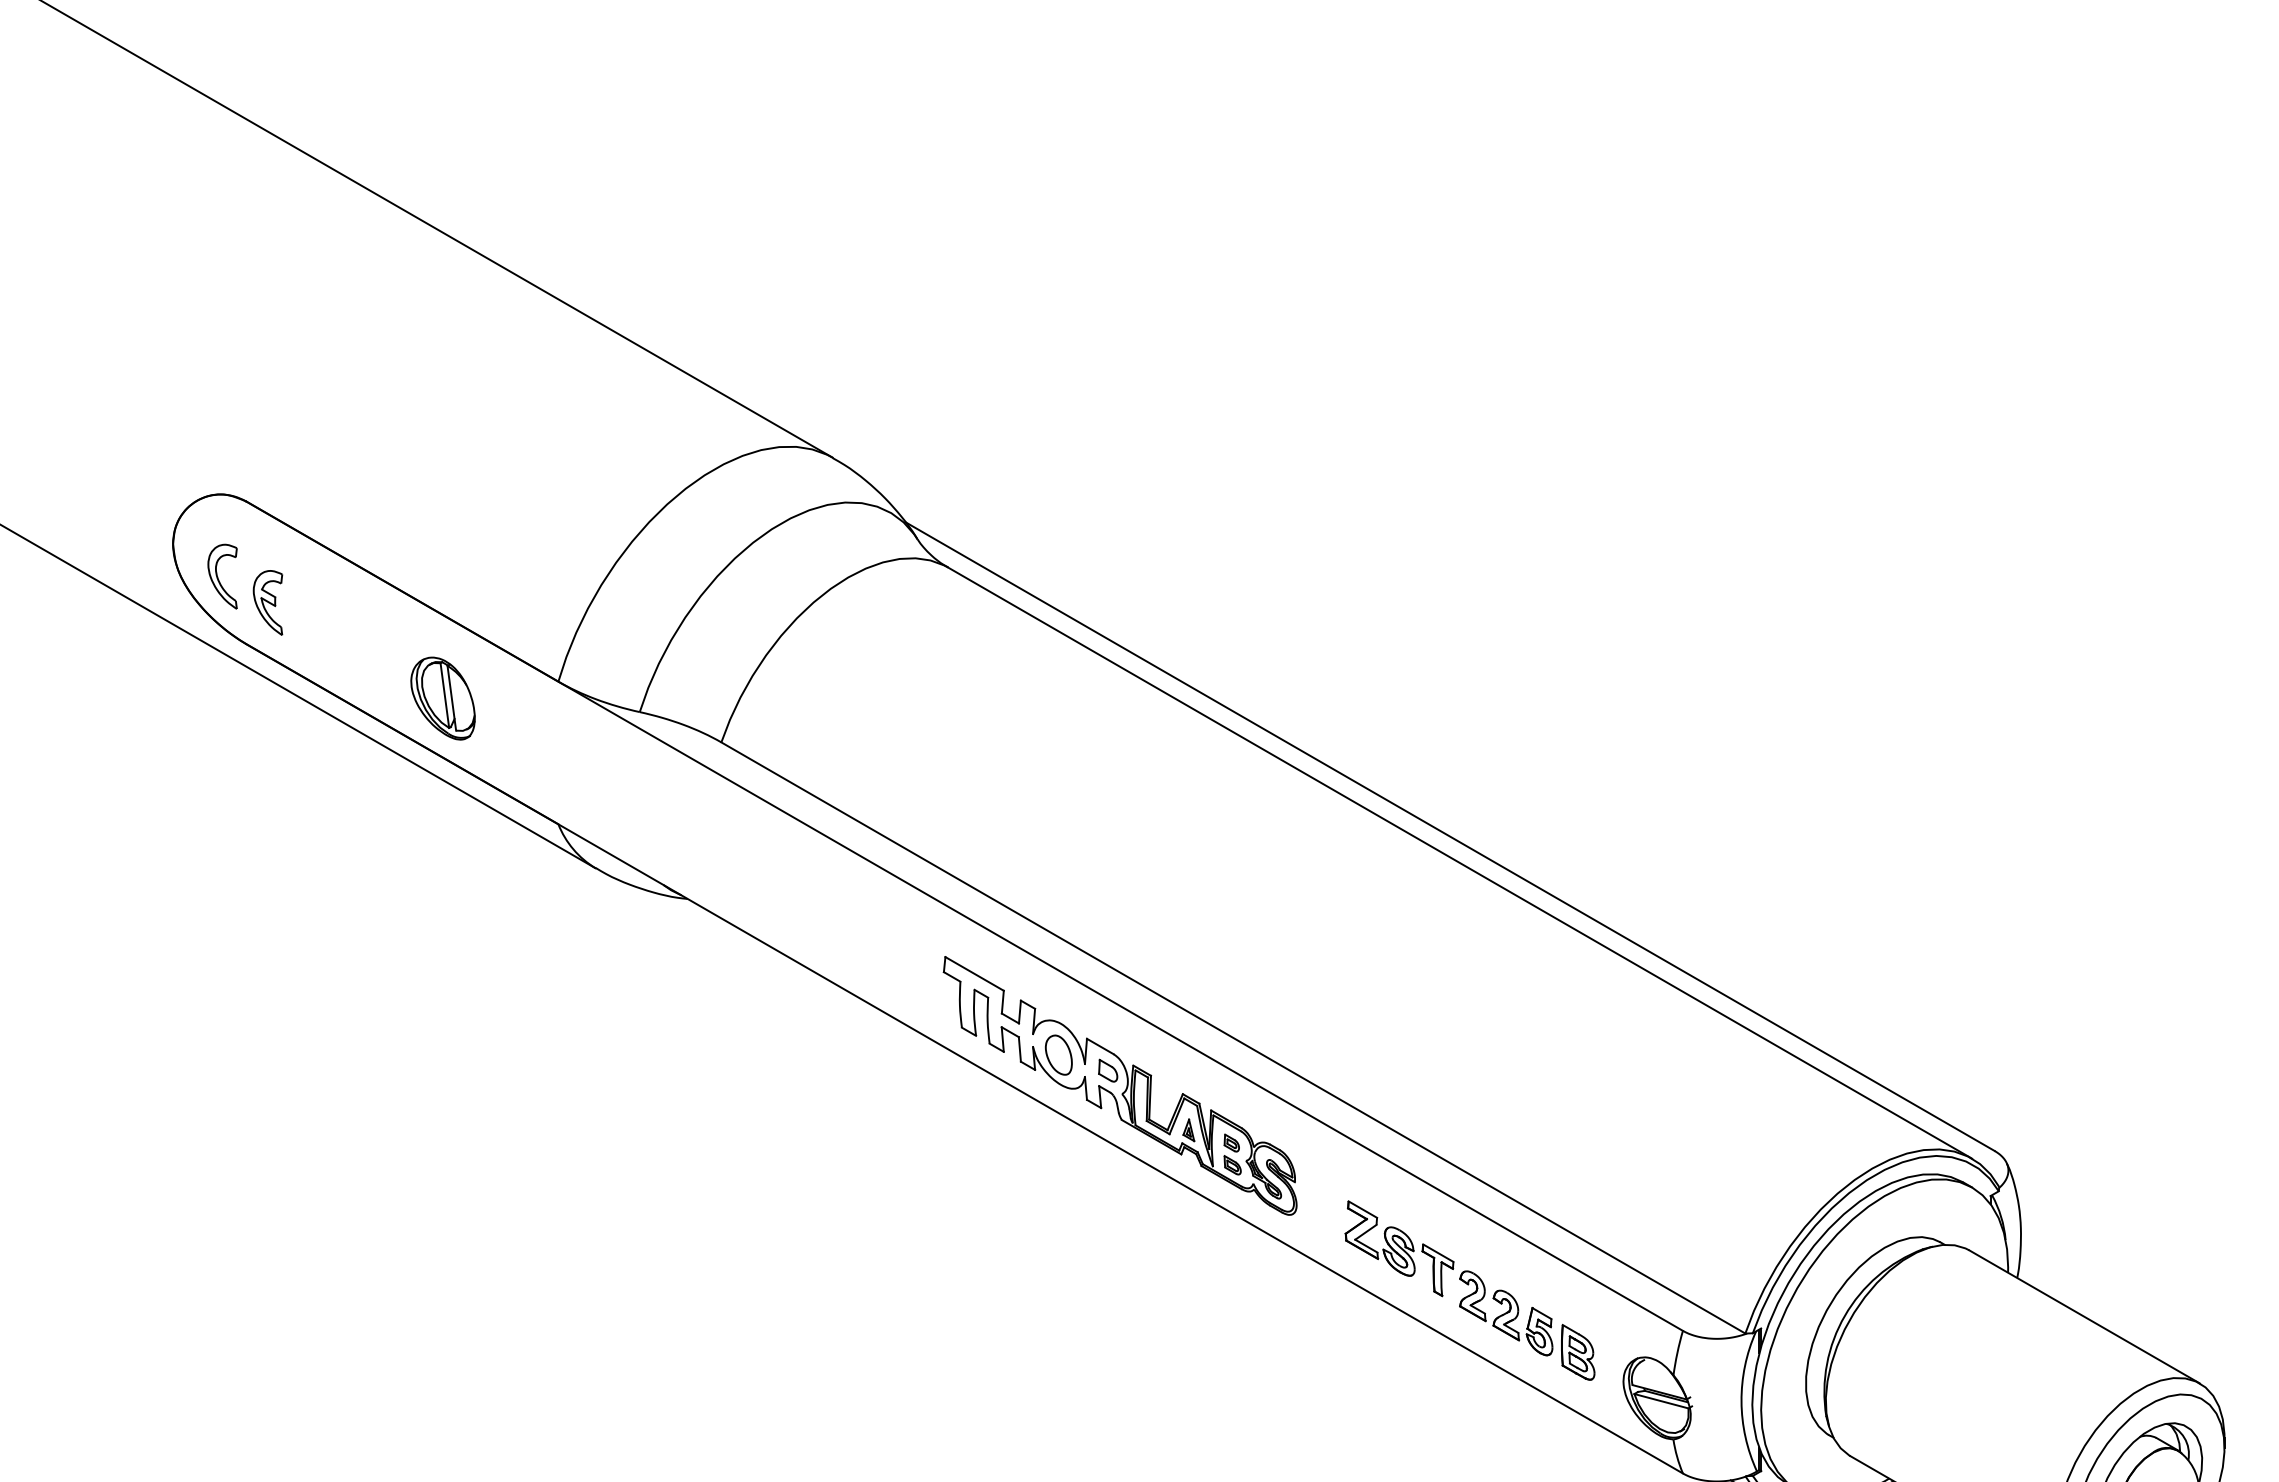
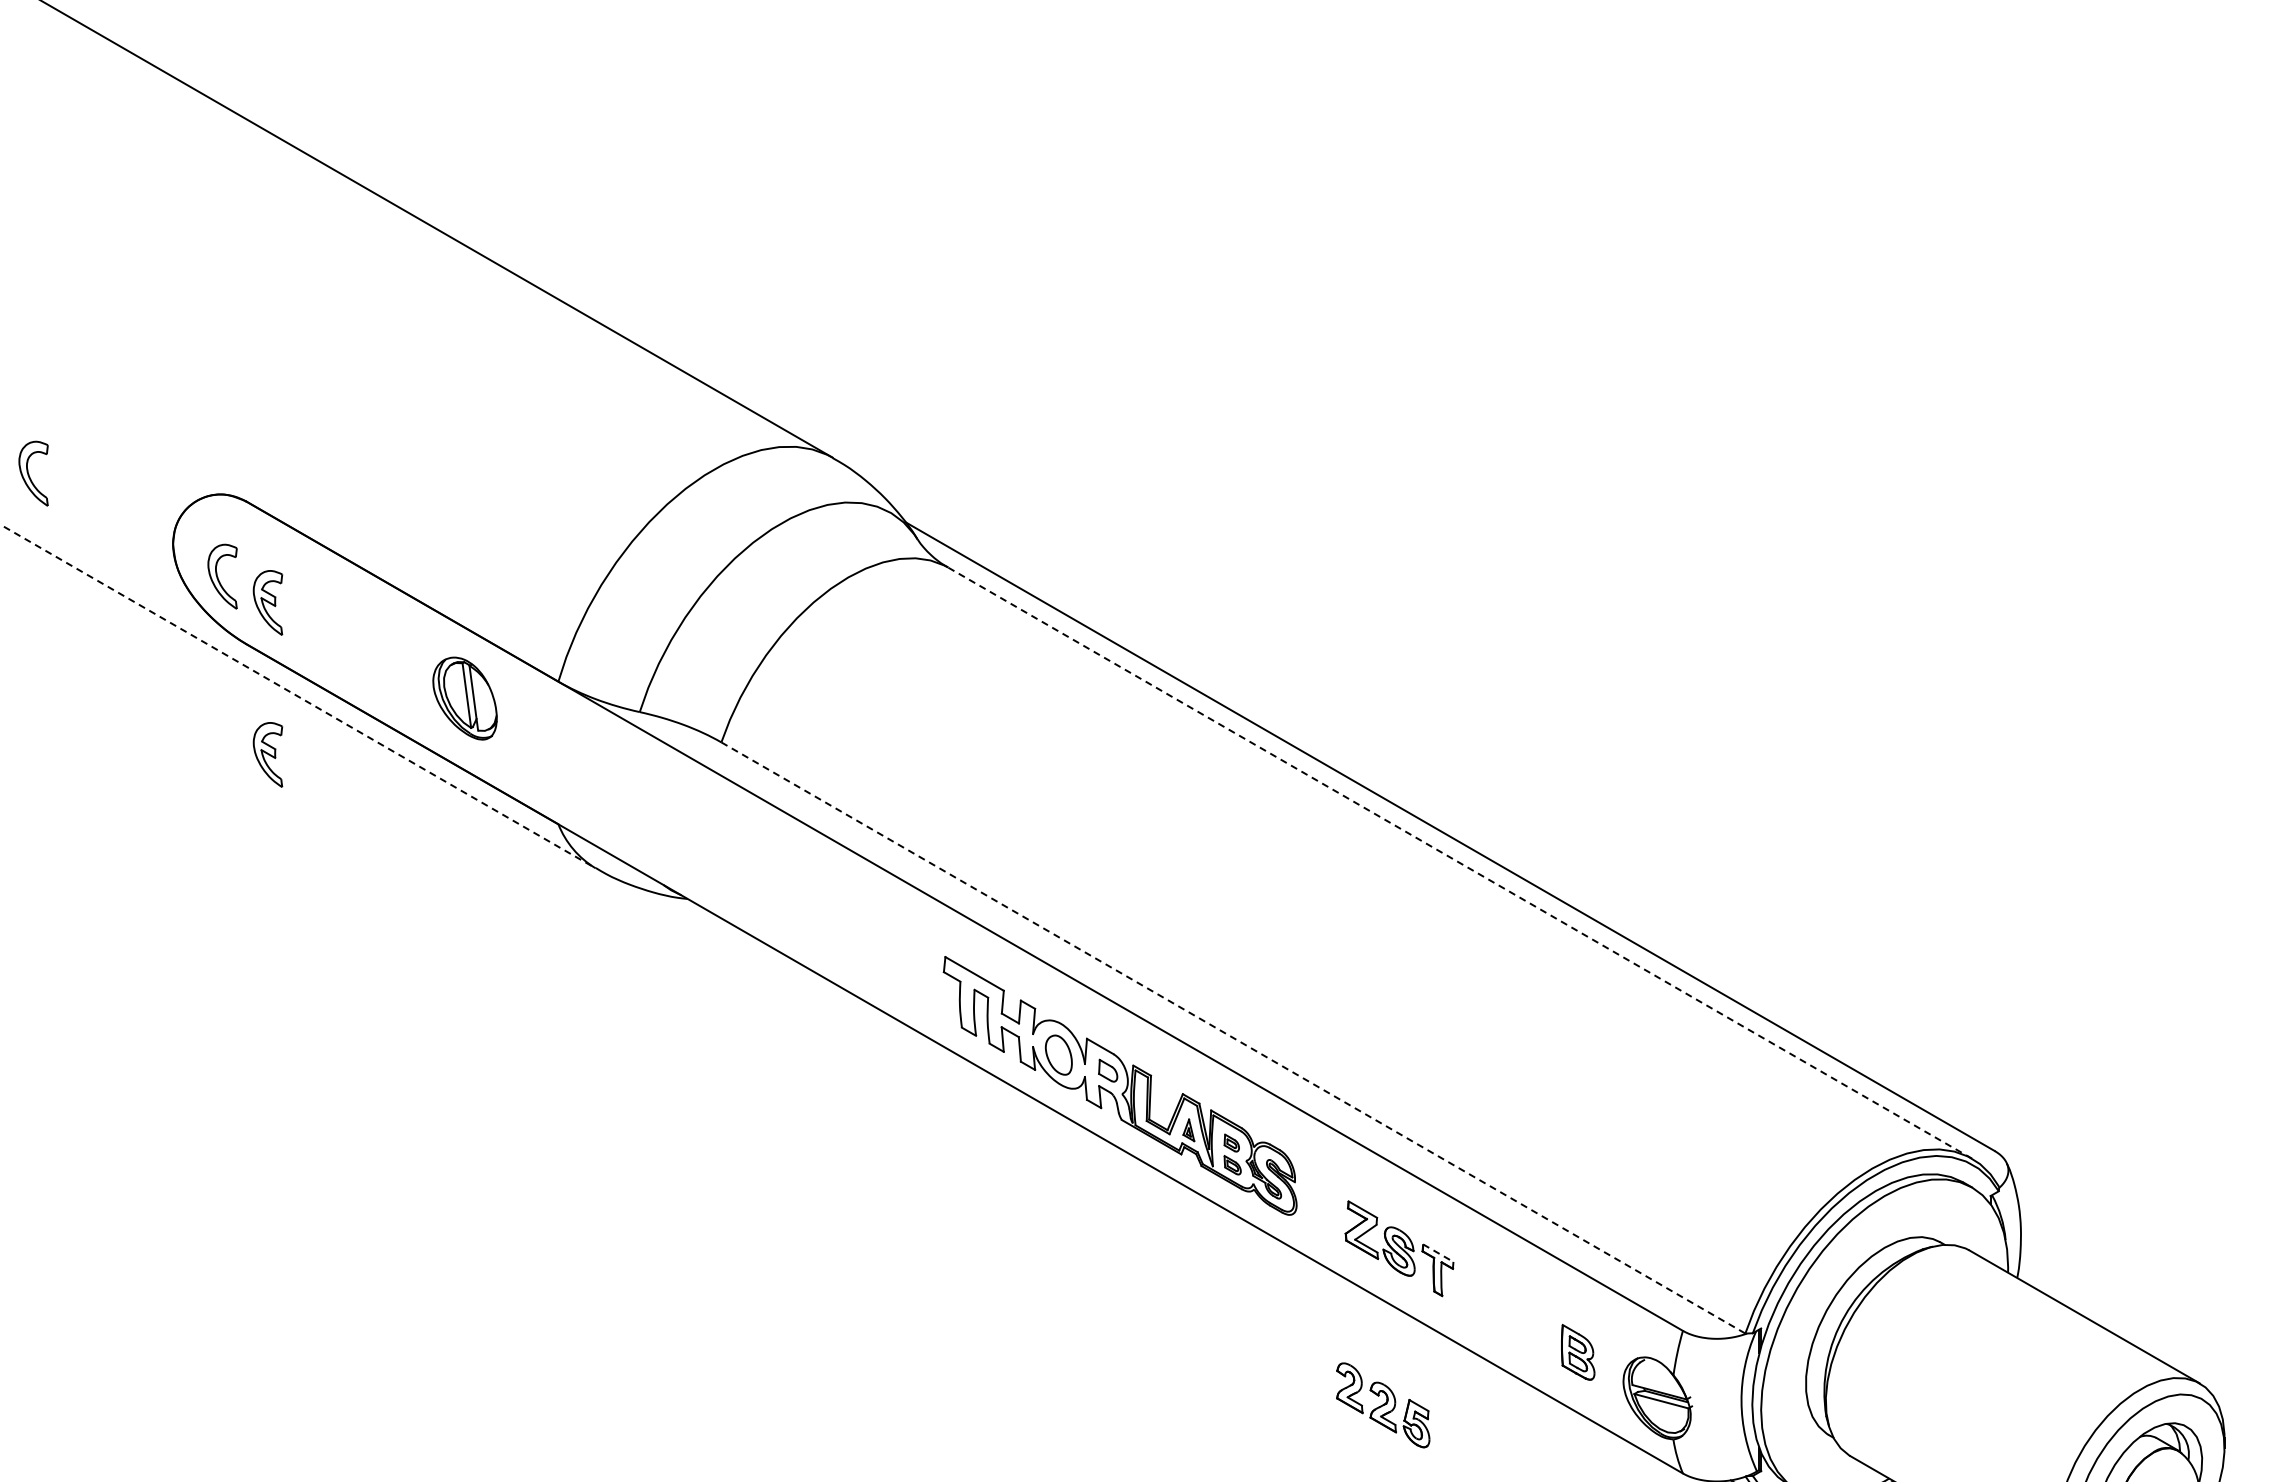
part at (33, 473): none -> present
line at (298, 696): solid -> dashed
part at (442, 698) position: (442, 698) -> (464, 698)
part at (267, 754): none -> present
line at (1459, 862): solid -> dashed
line at (1233, 1038): solid -> dashed
line at (1438, 1253): solid -> dashed
part at (1506, 1313) position: (1506, 1313) -> (1383, 1405)
